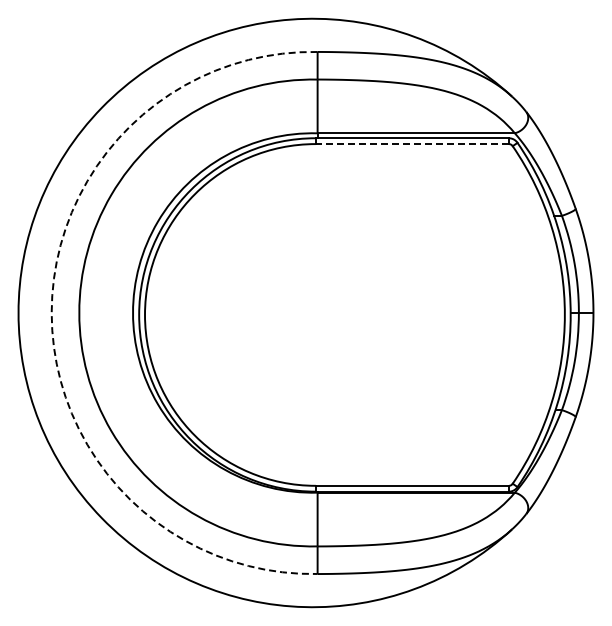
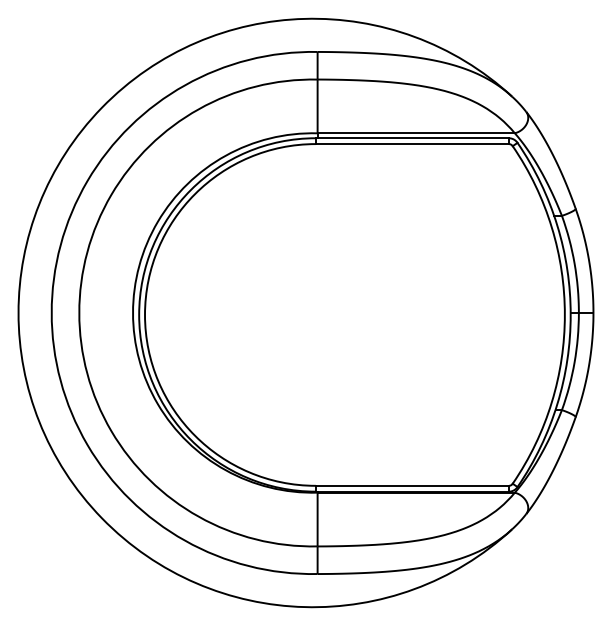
line at (412, 144): dashed -> solid
arc at (51, 312): dashed -> solid
